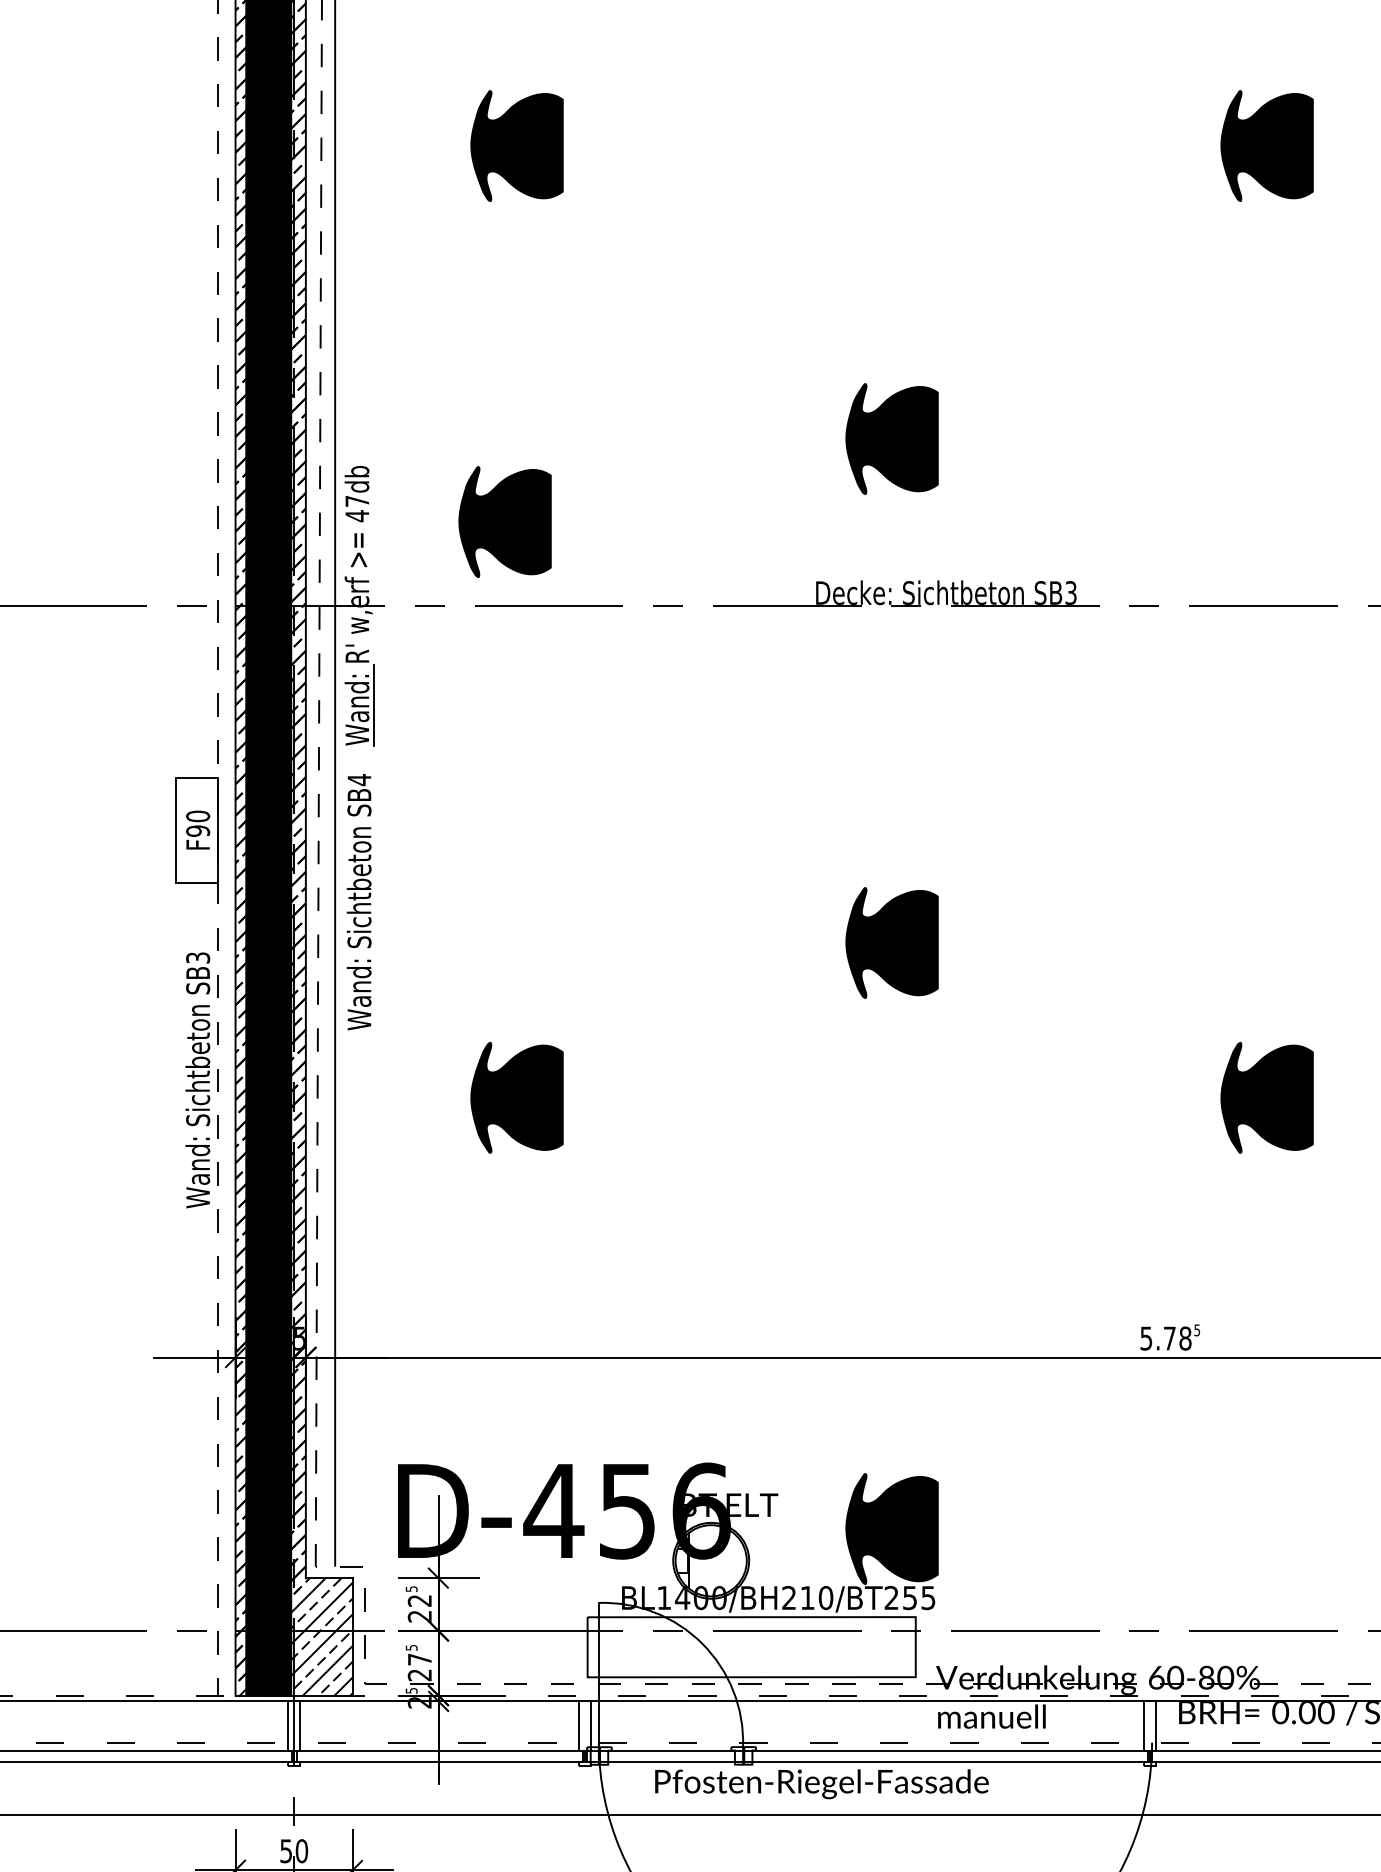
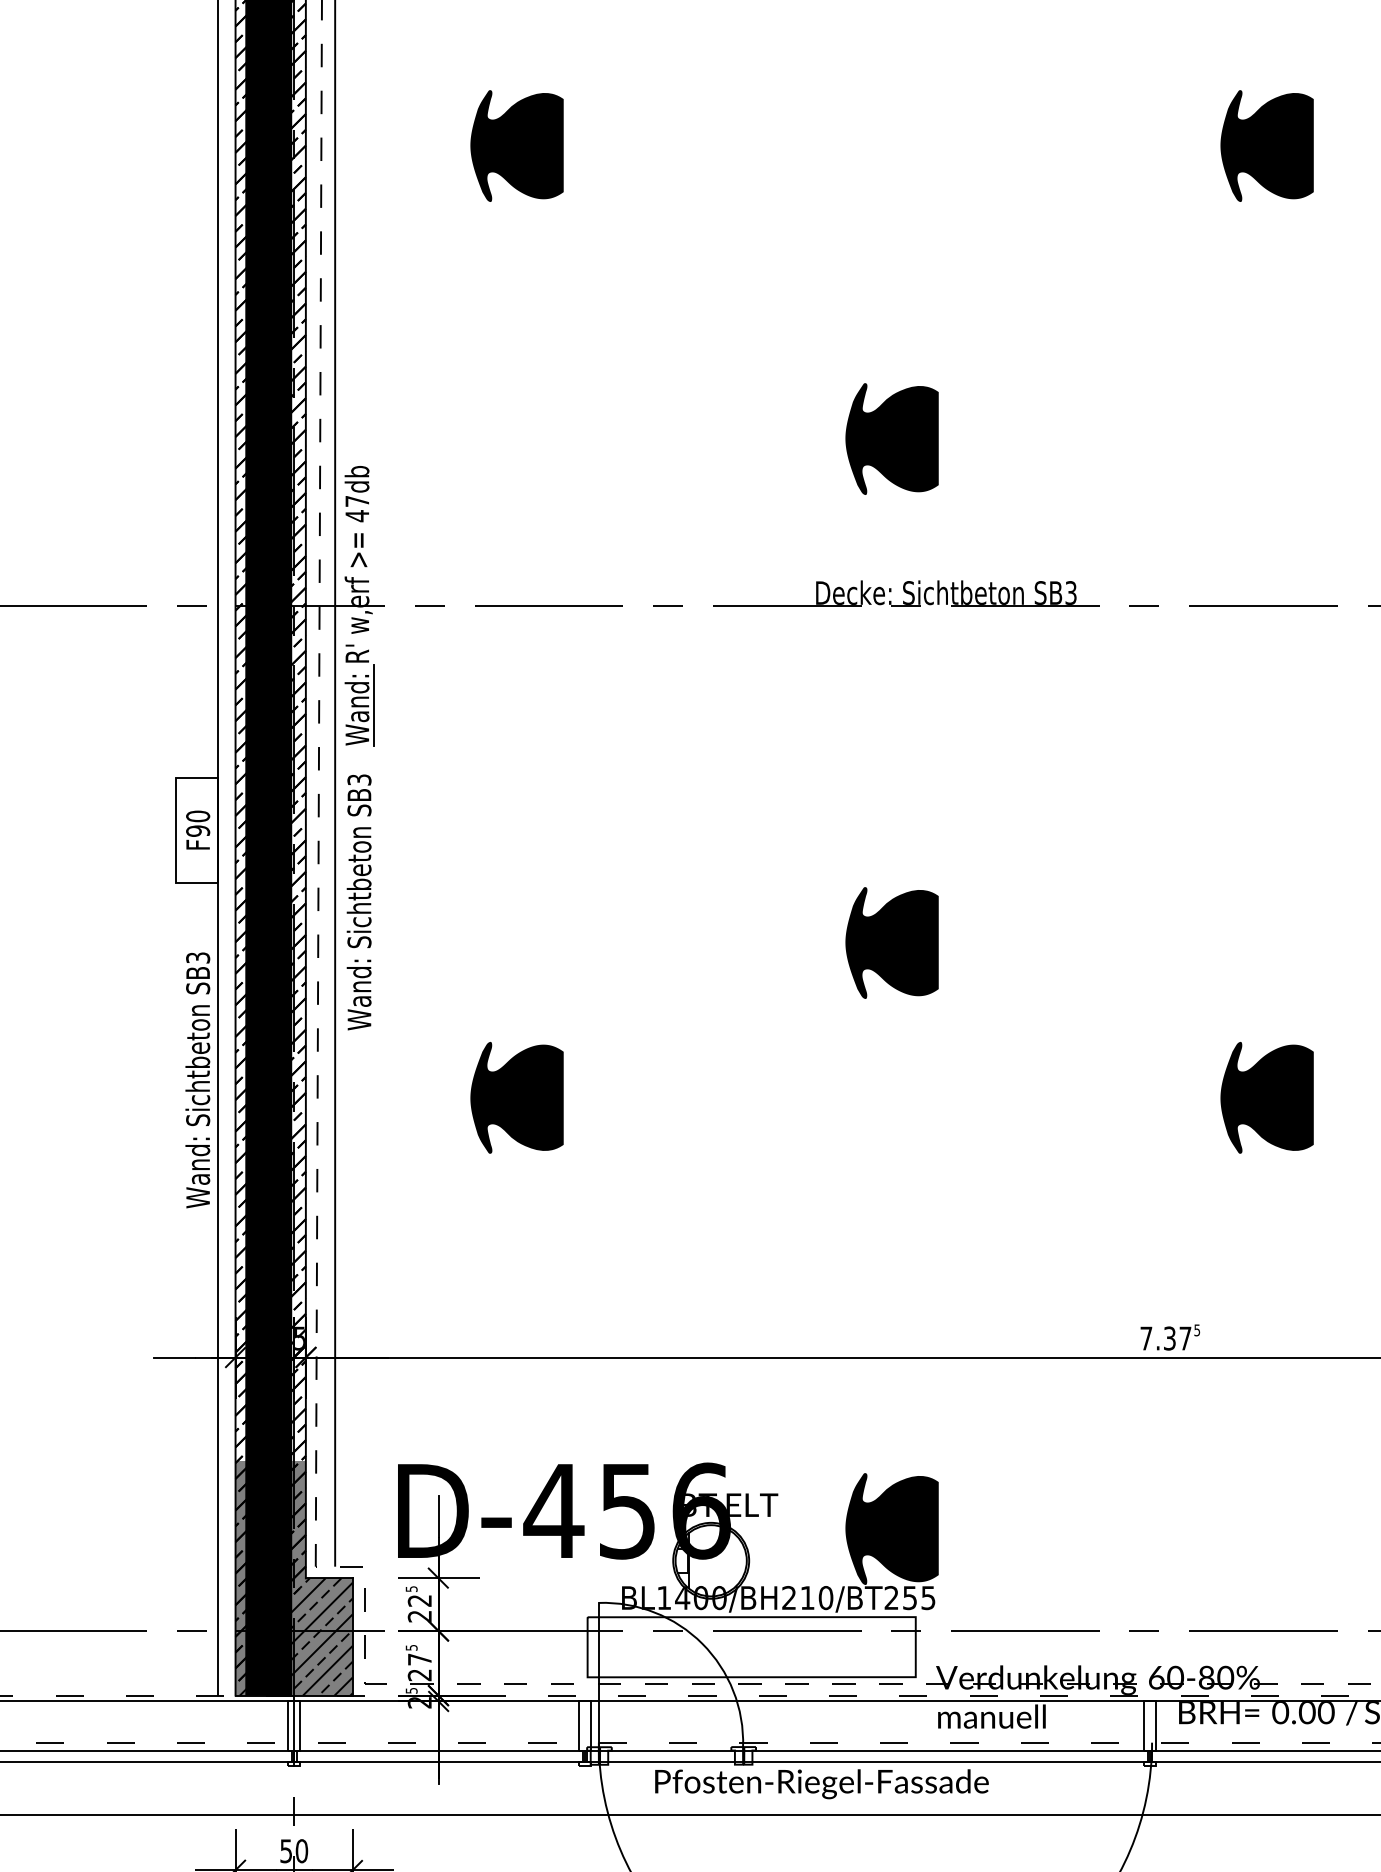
part at (504, 521): present -> none
text at (359, 780): SB4 -> SB3
line at (217, 848): dashed -> solid
text at (1165, 1338): 5.78 -> 7.37
fill at (293, 1578): none -> present
